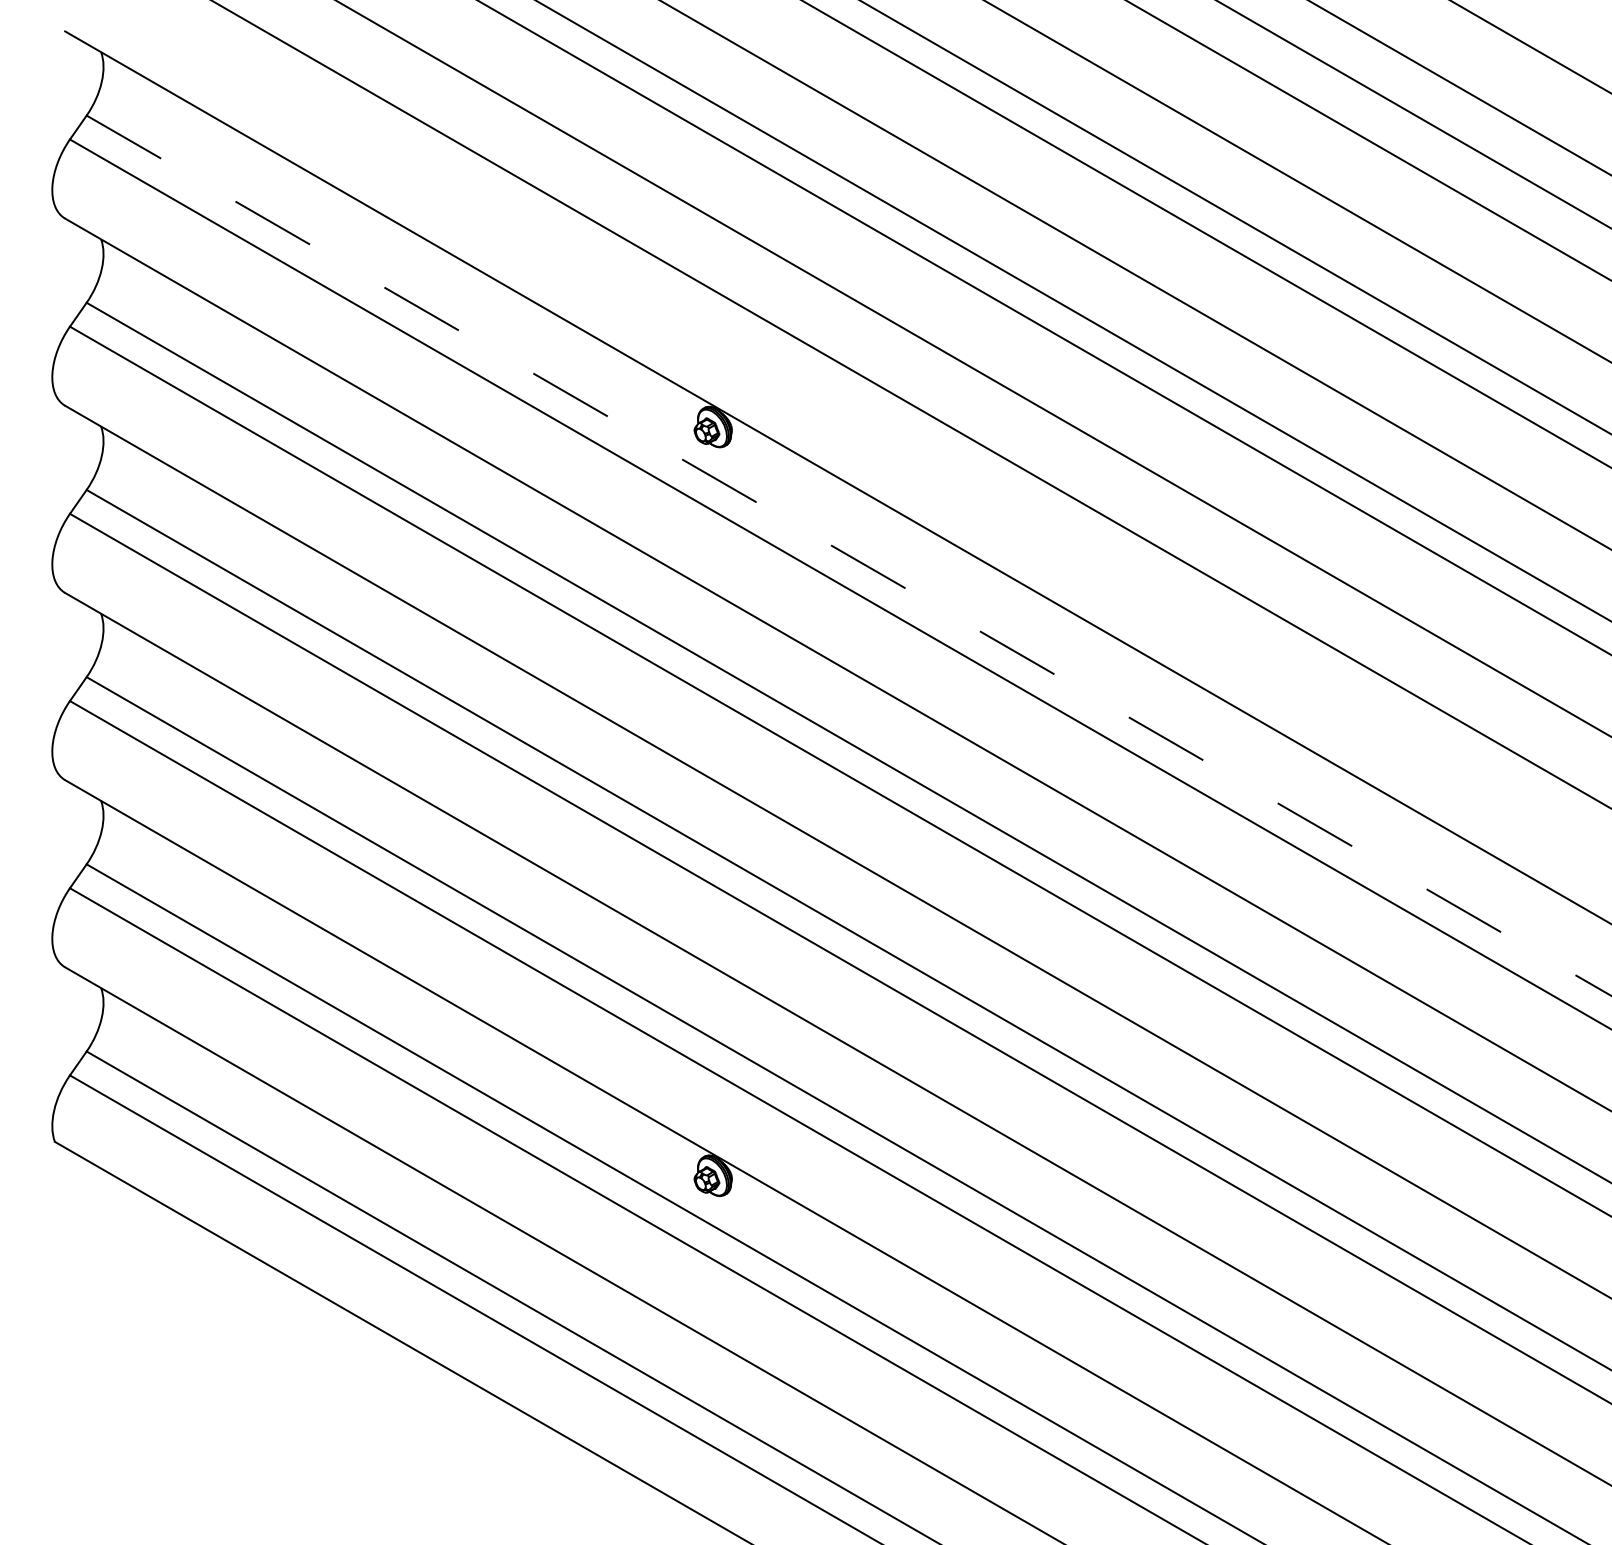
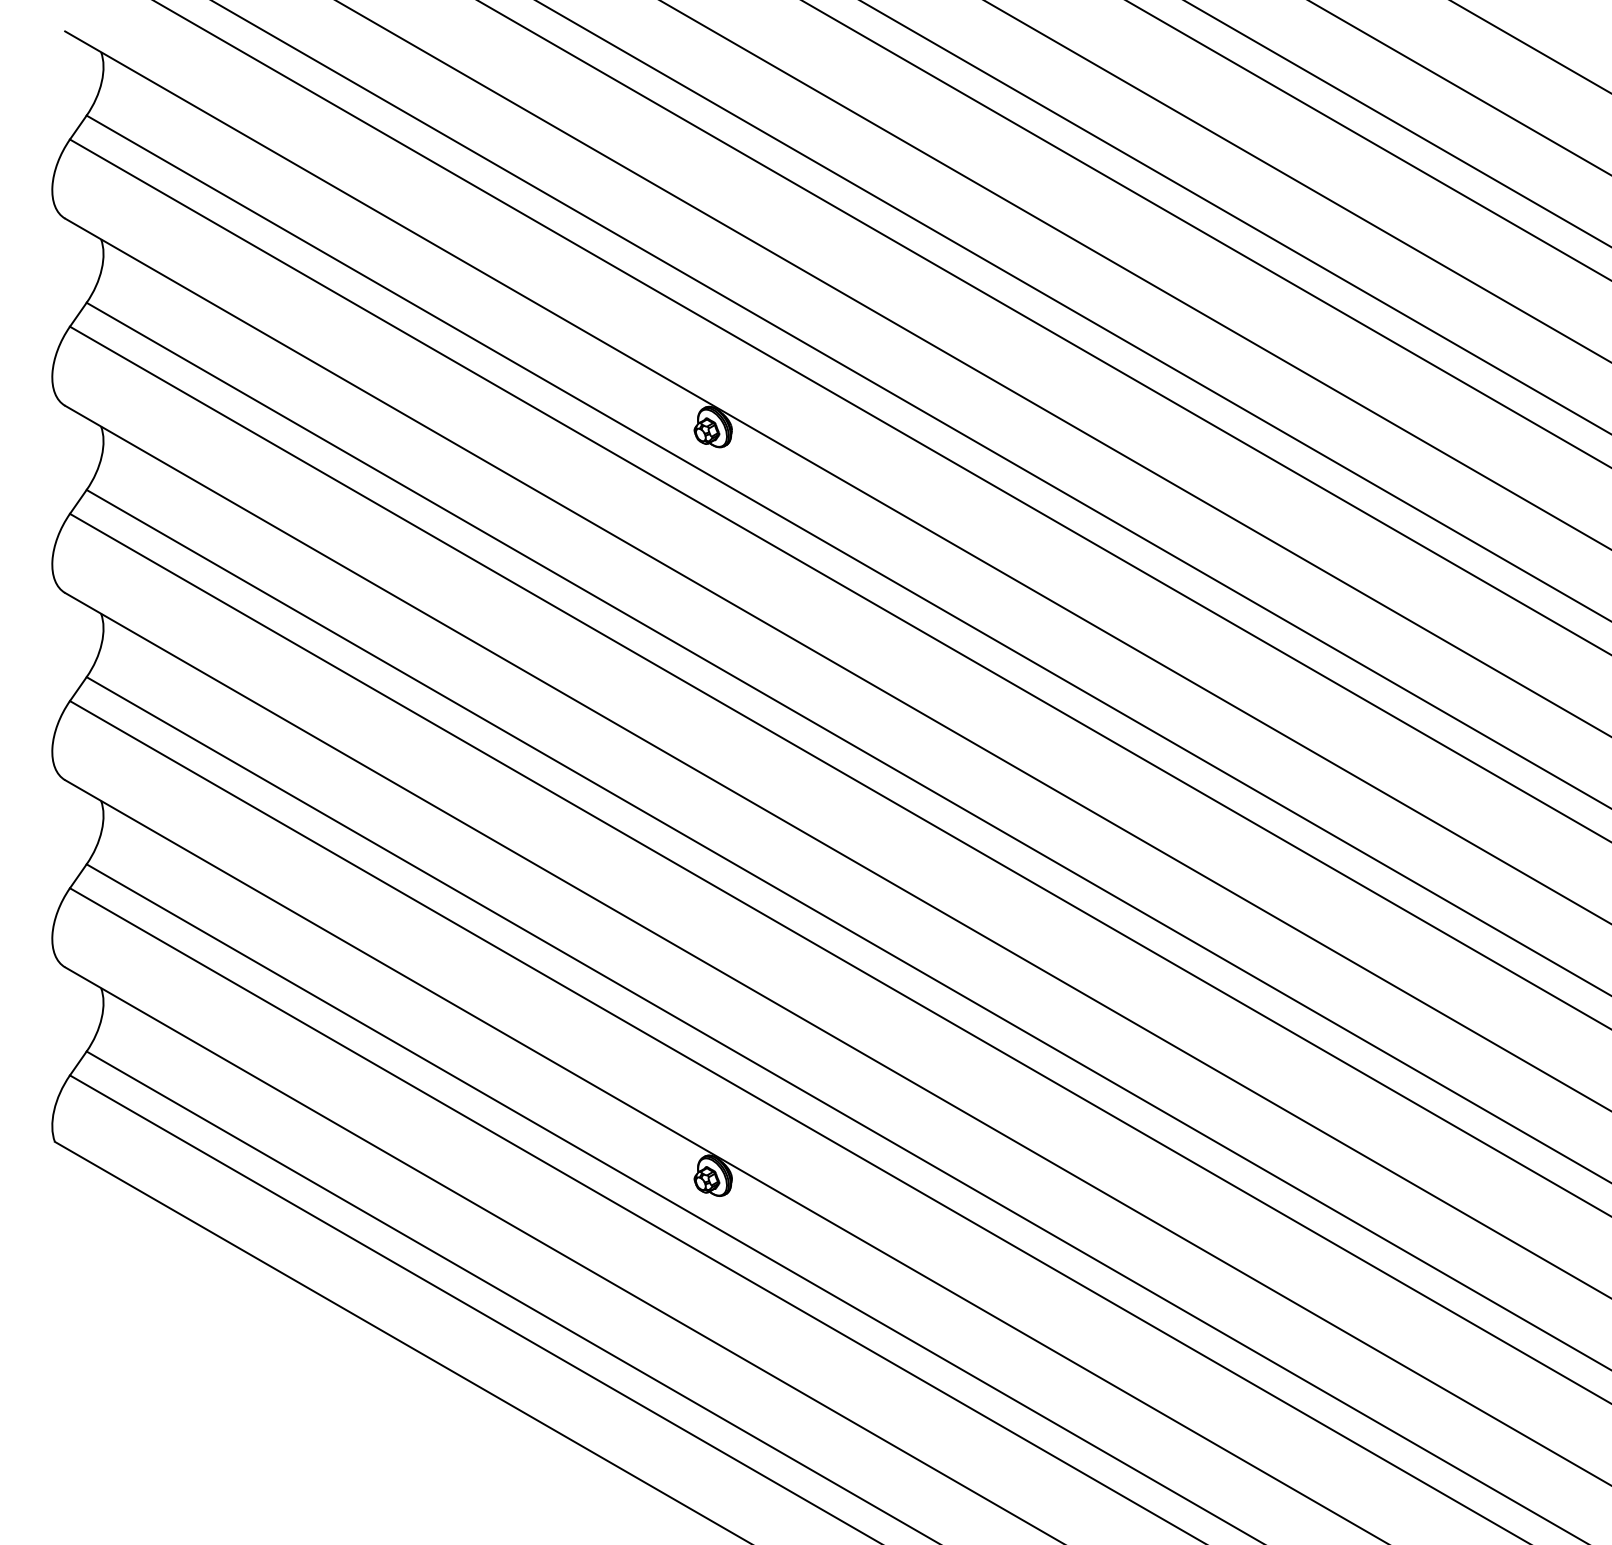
line at (1413, 114) position: (1413, 114) -> (1397, 123)
line at (882, 421): none -> present
line at (849, 556): dashed -> solid
